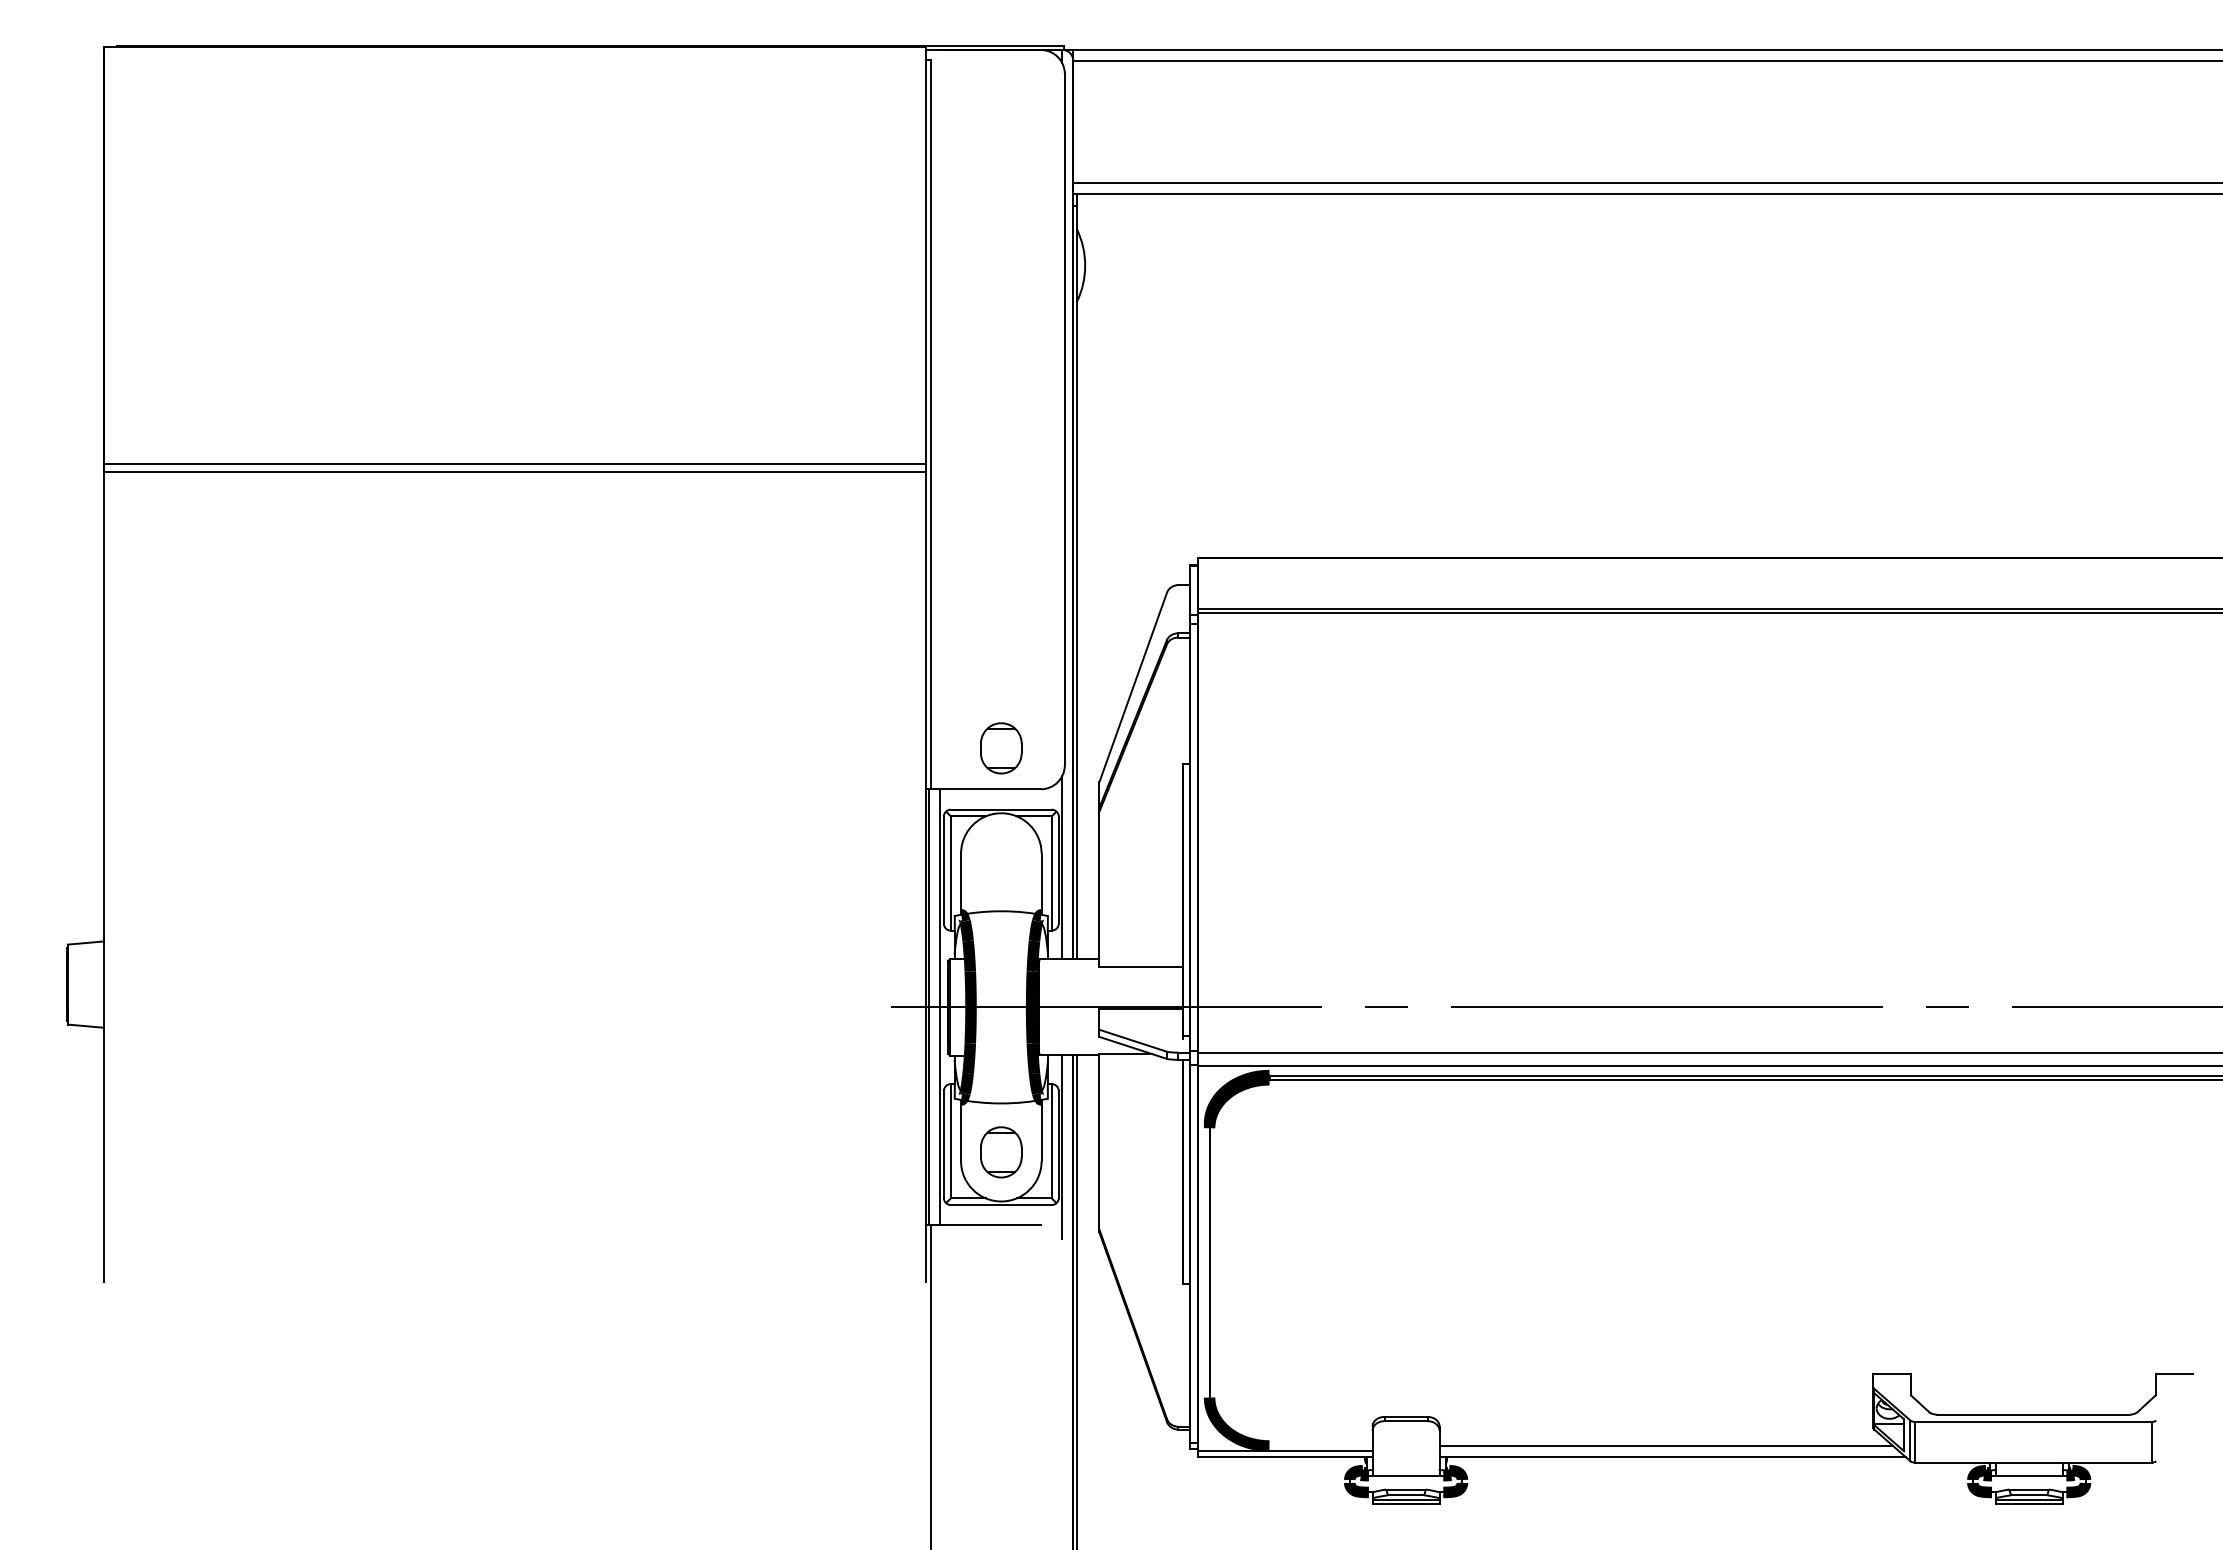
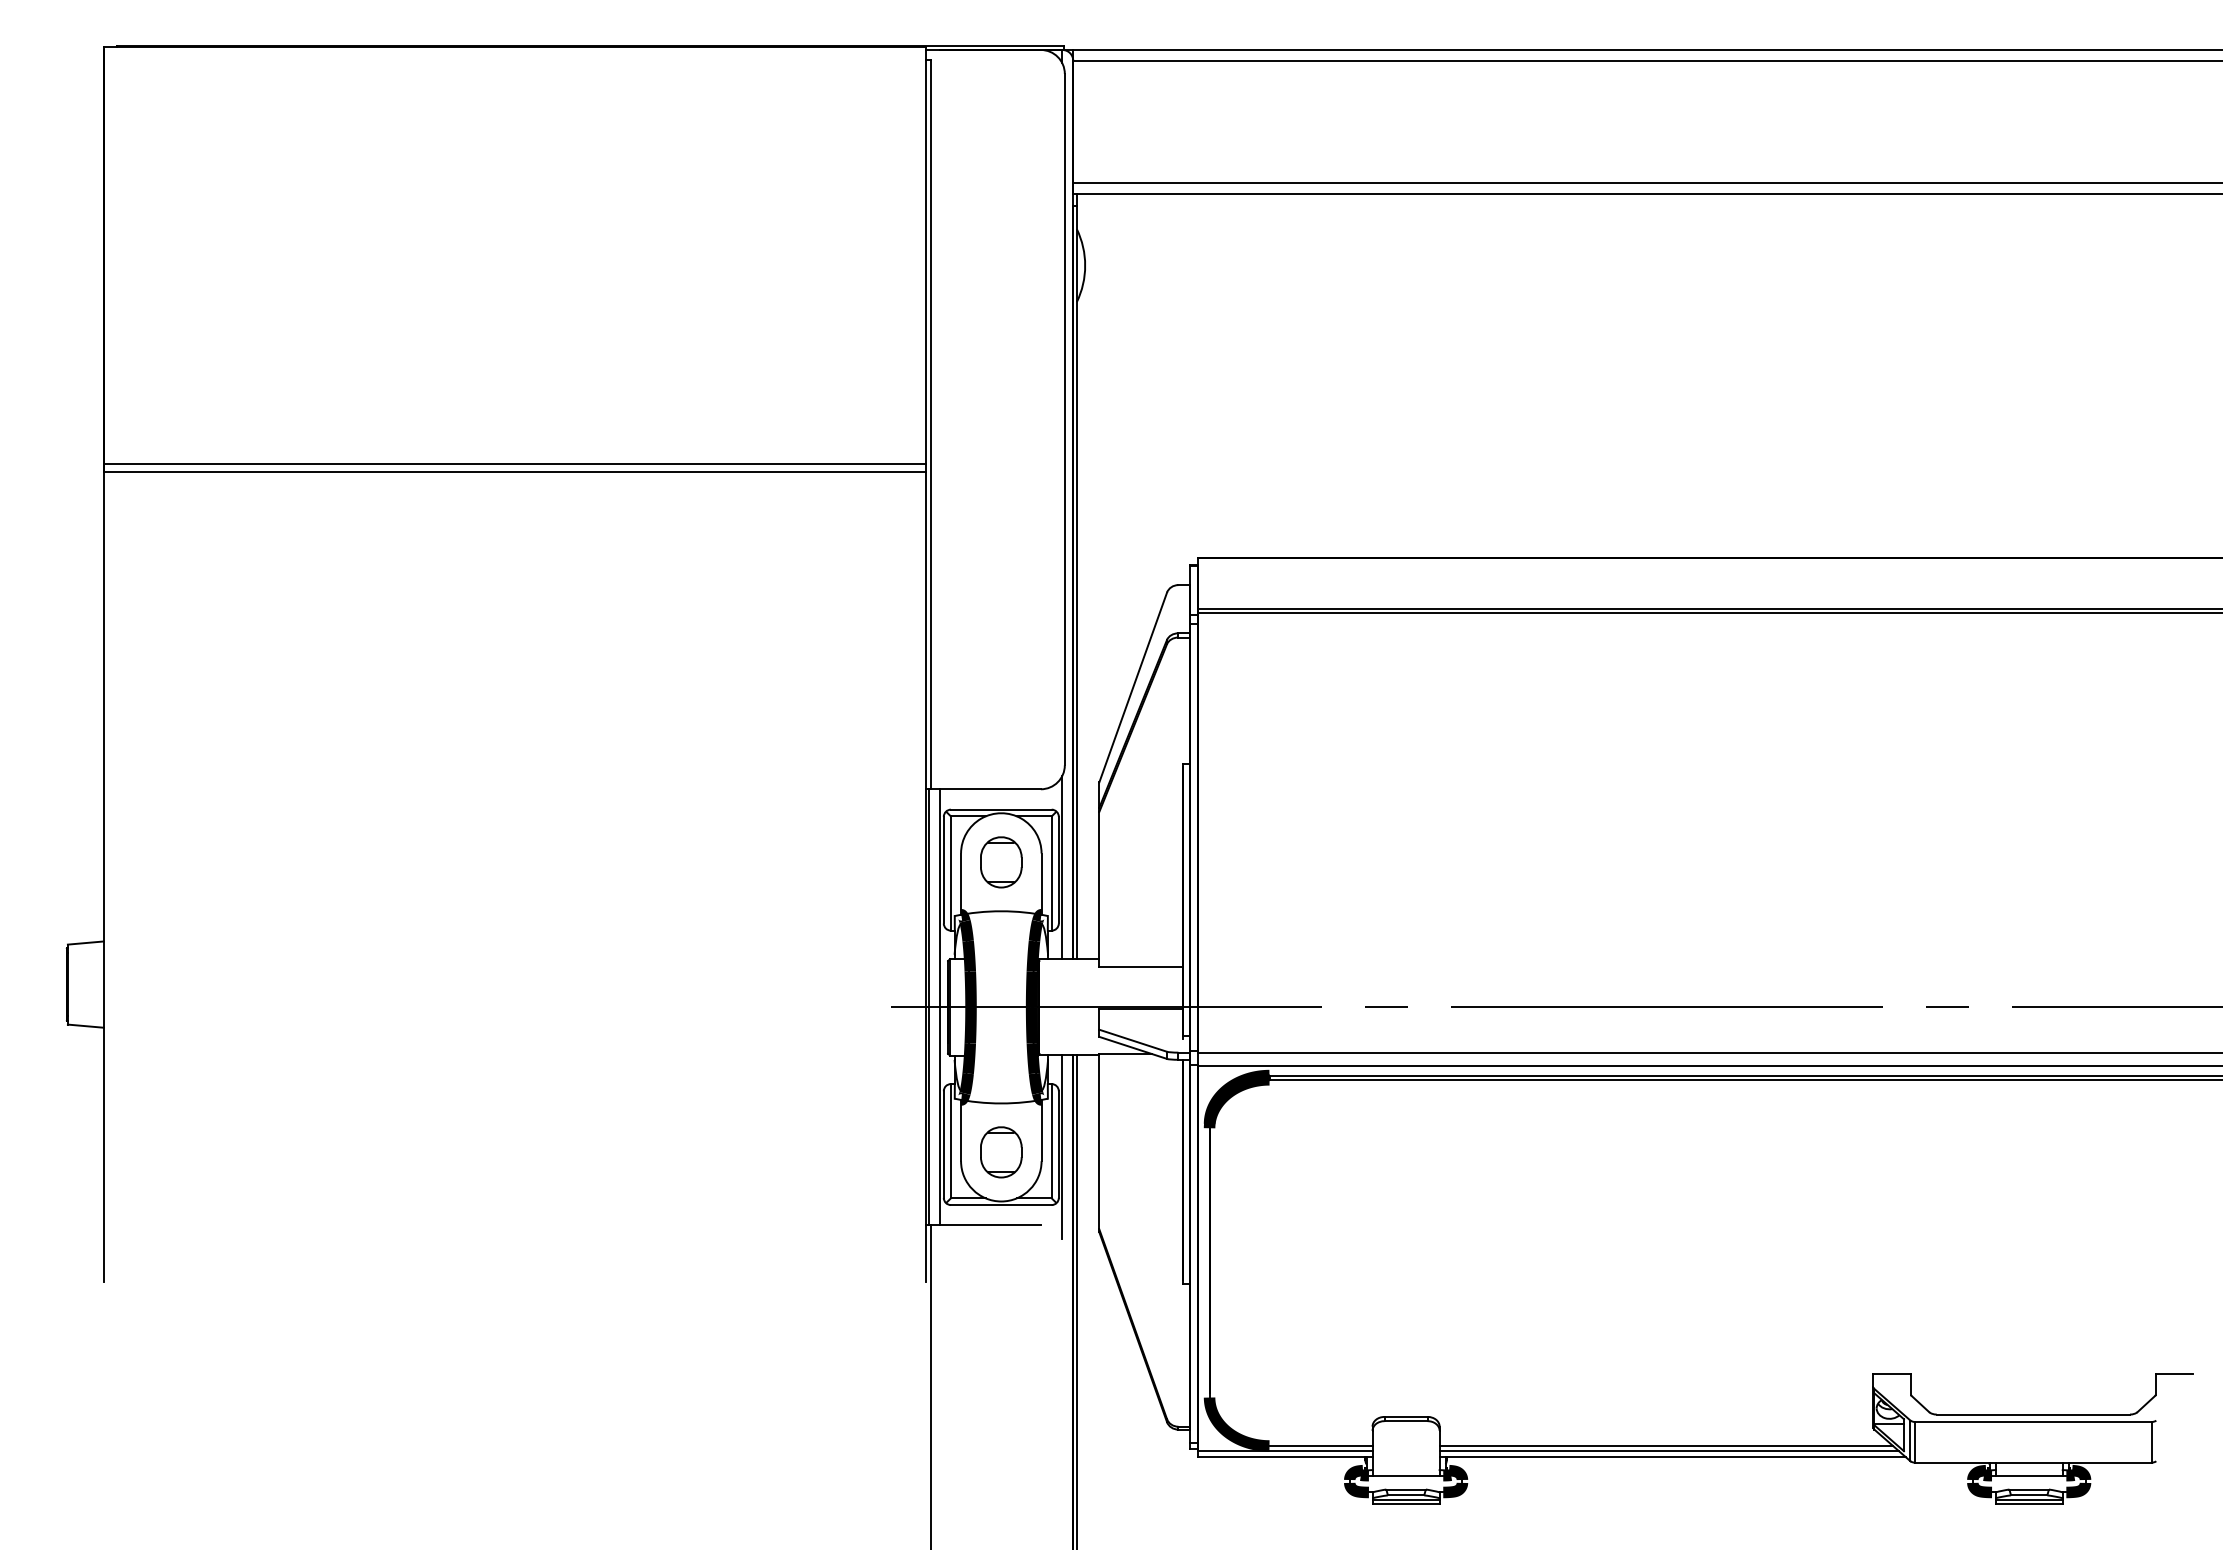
part at (1001, 748) position: (1001, 748) -> (1001, 862)
line at (1320, 1445): none -> present
line at (1669, 1451): none -> present
